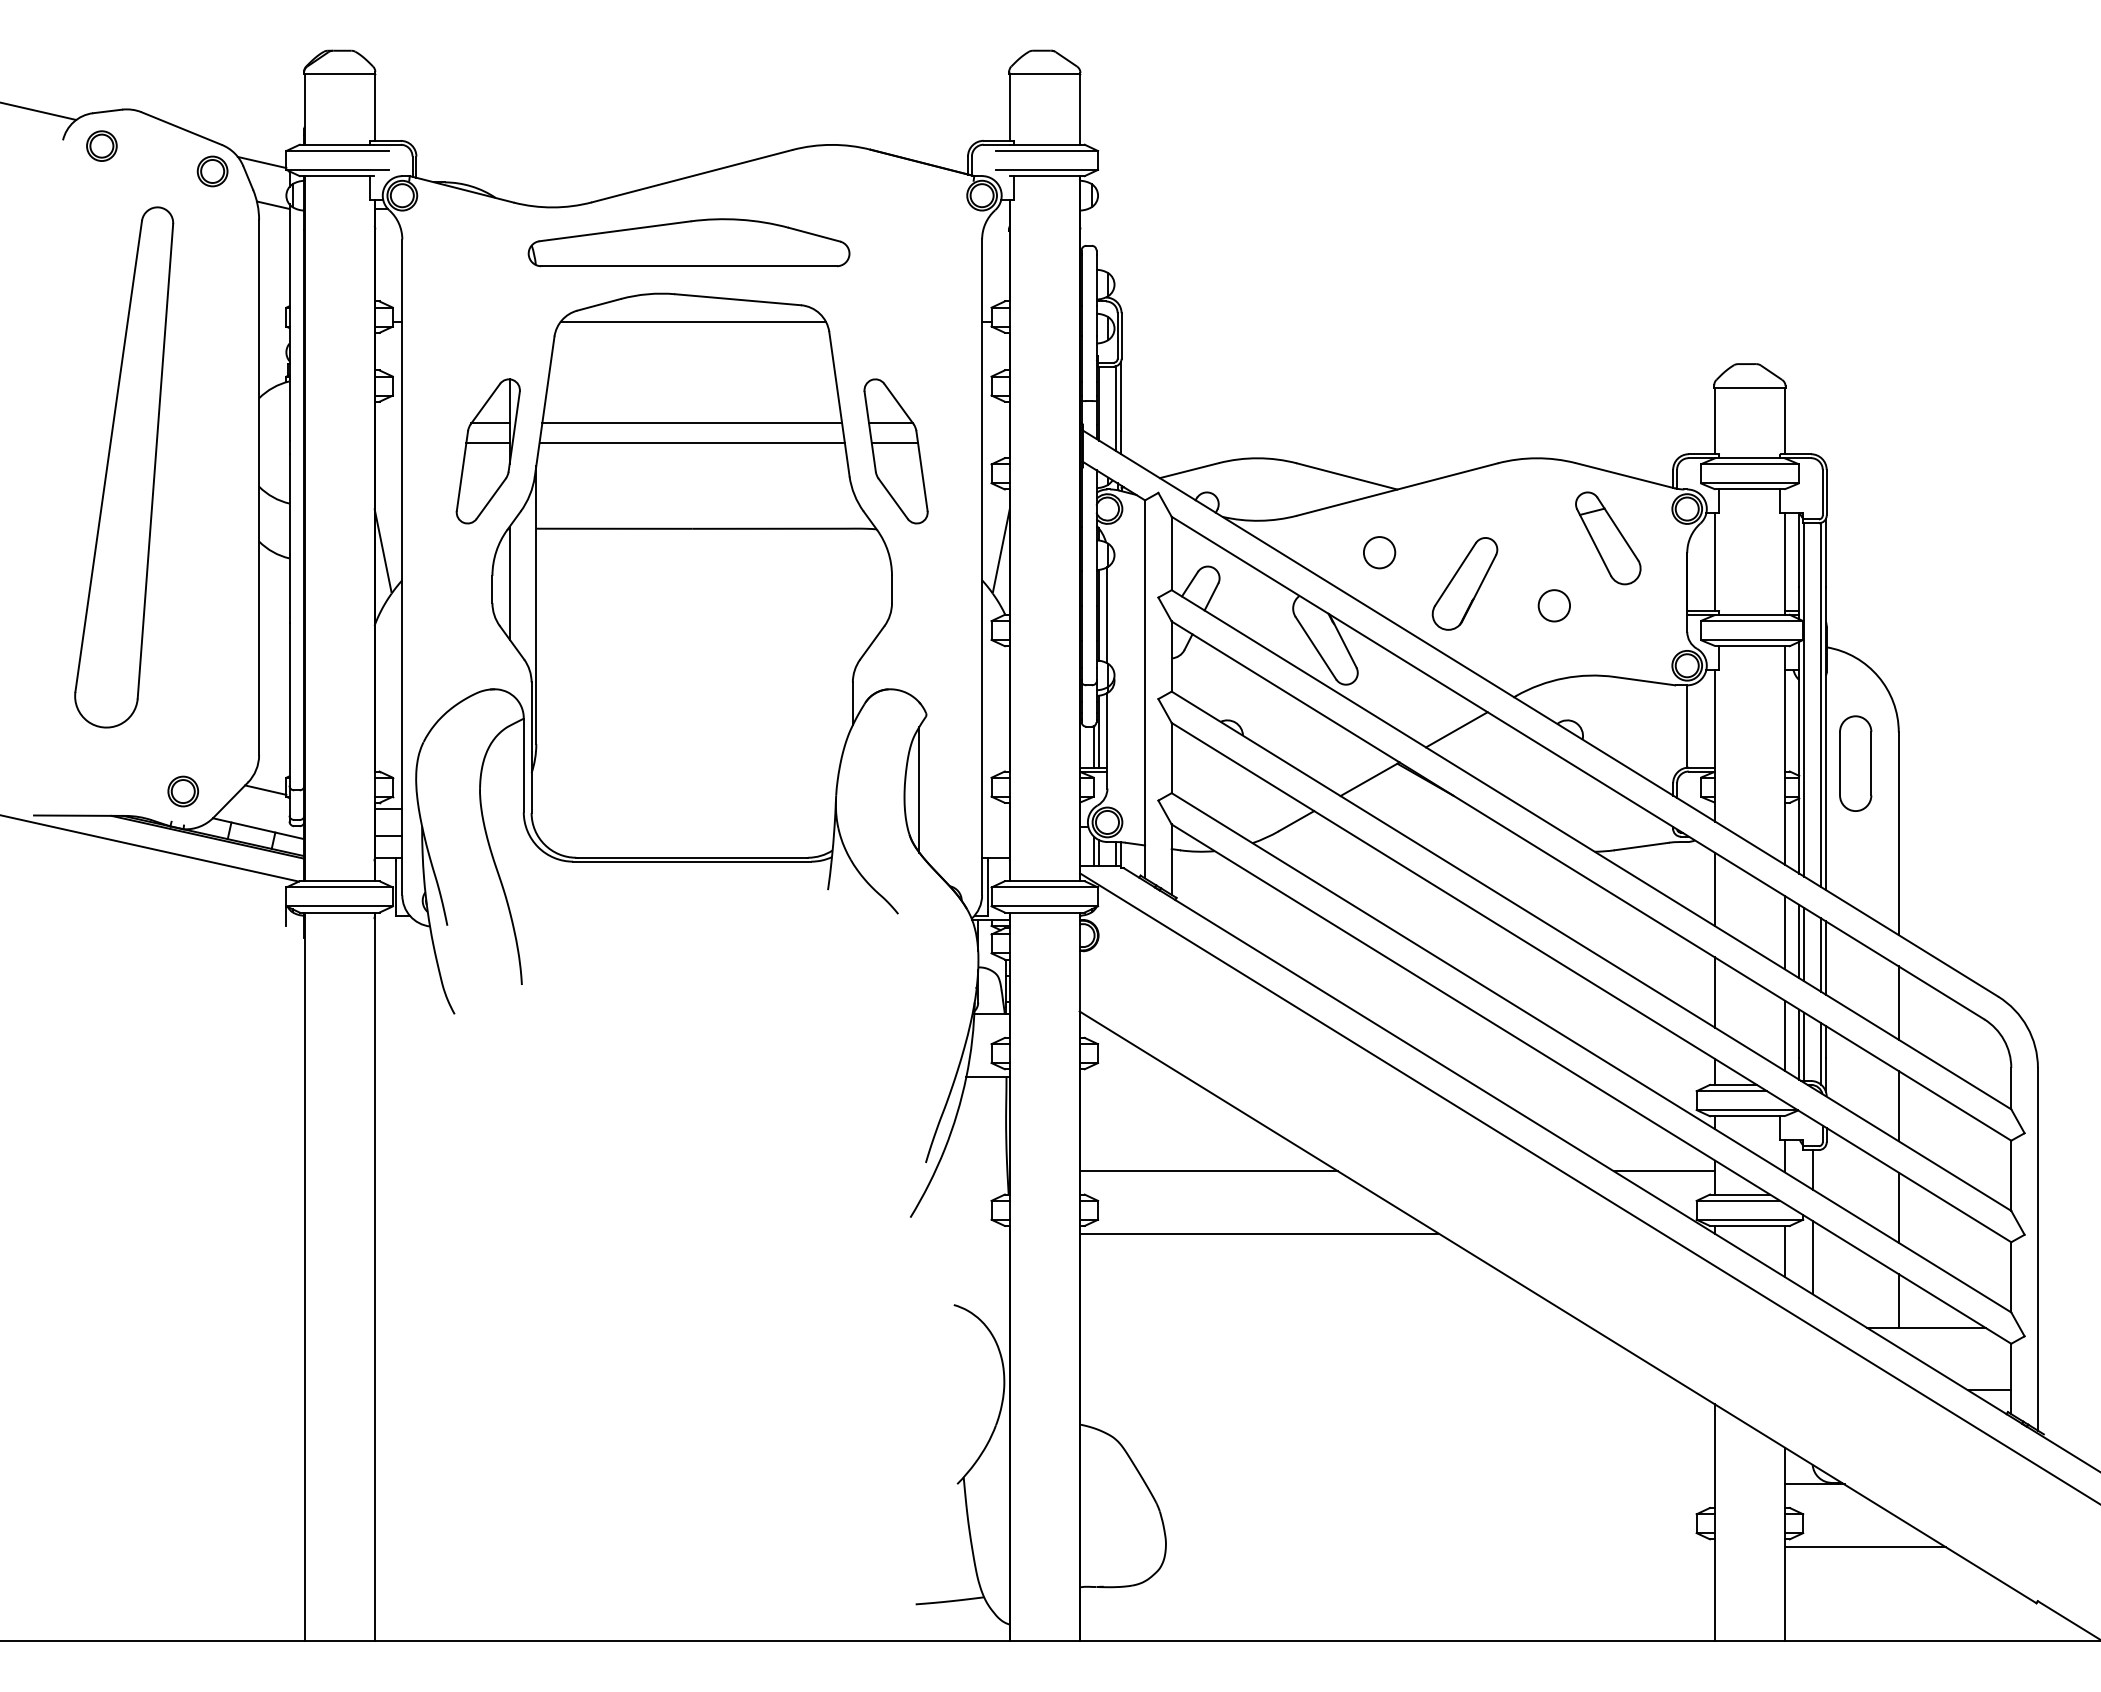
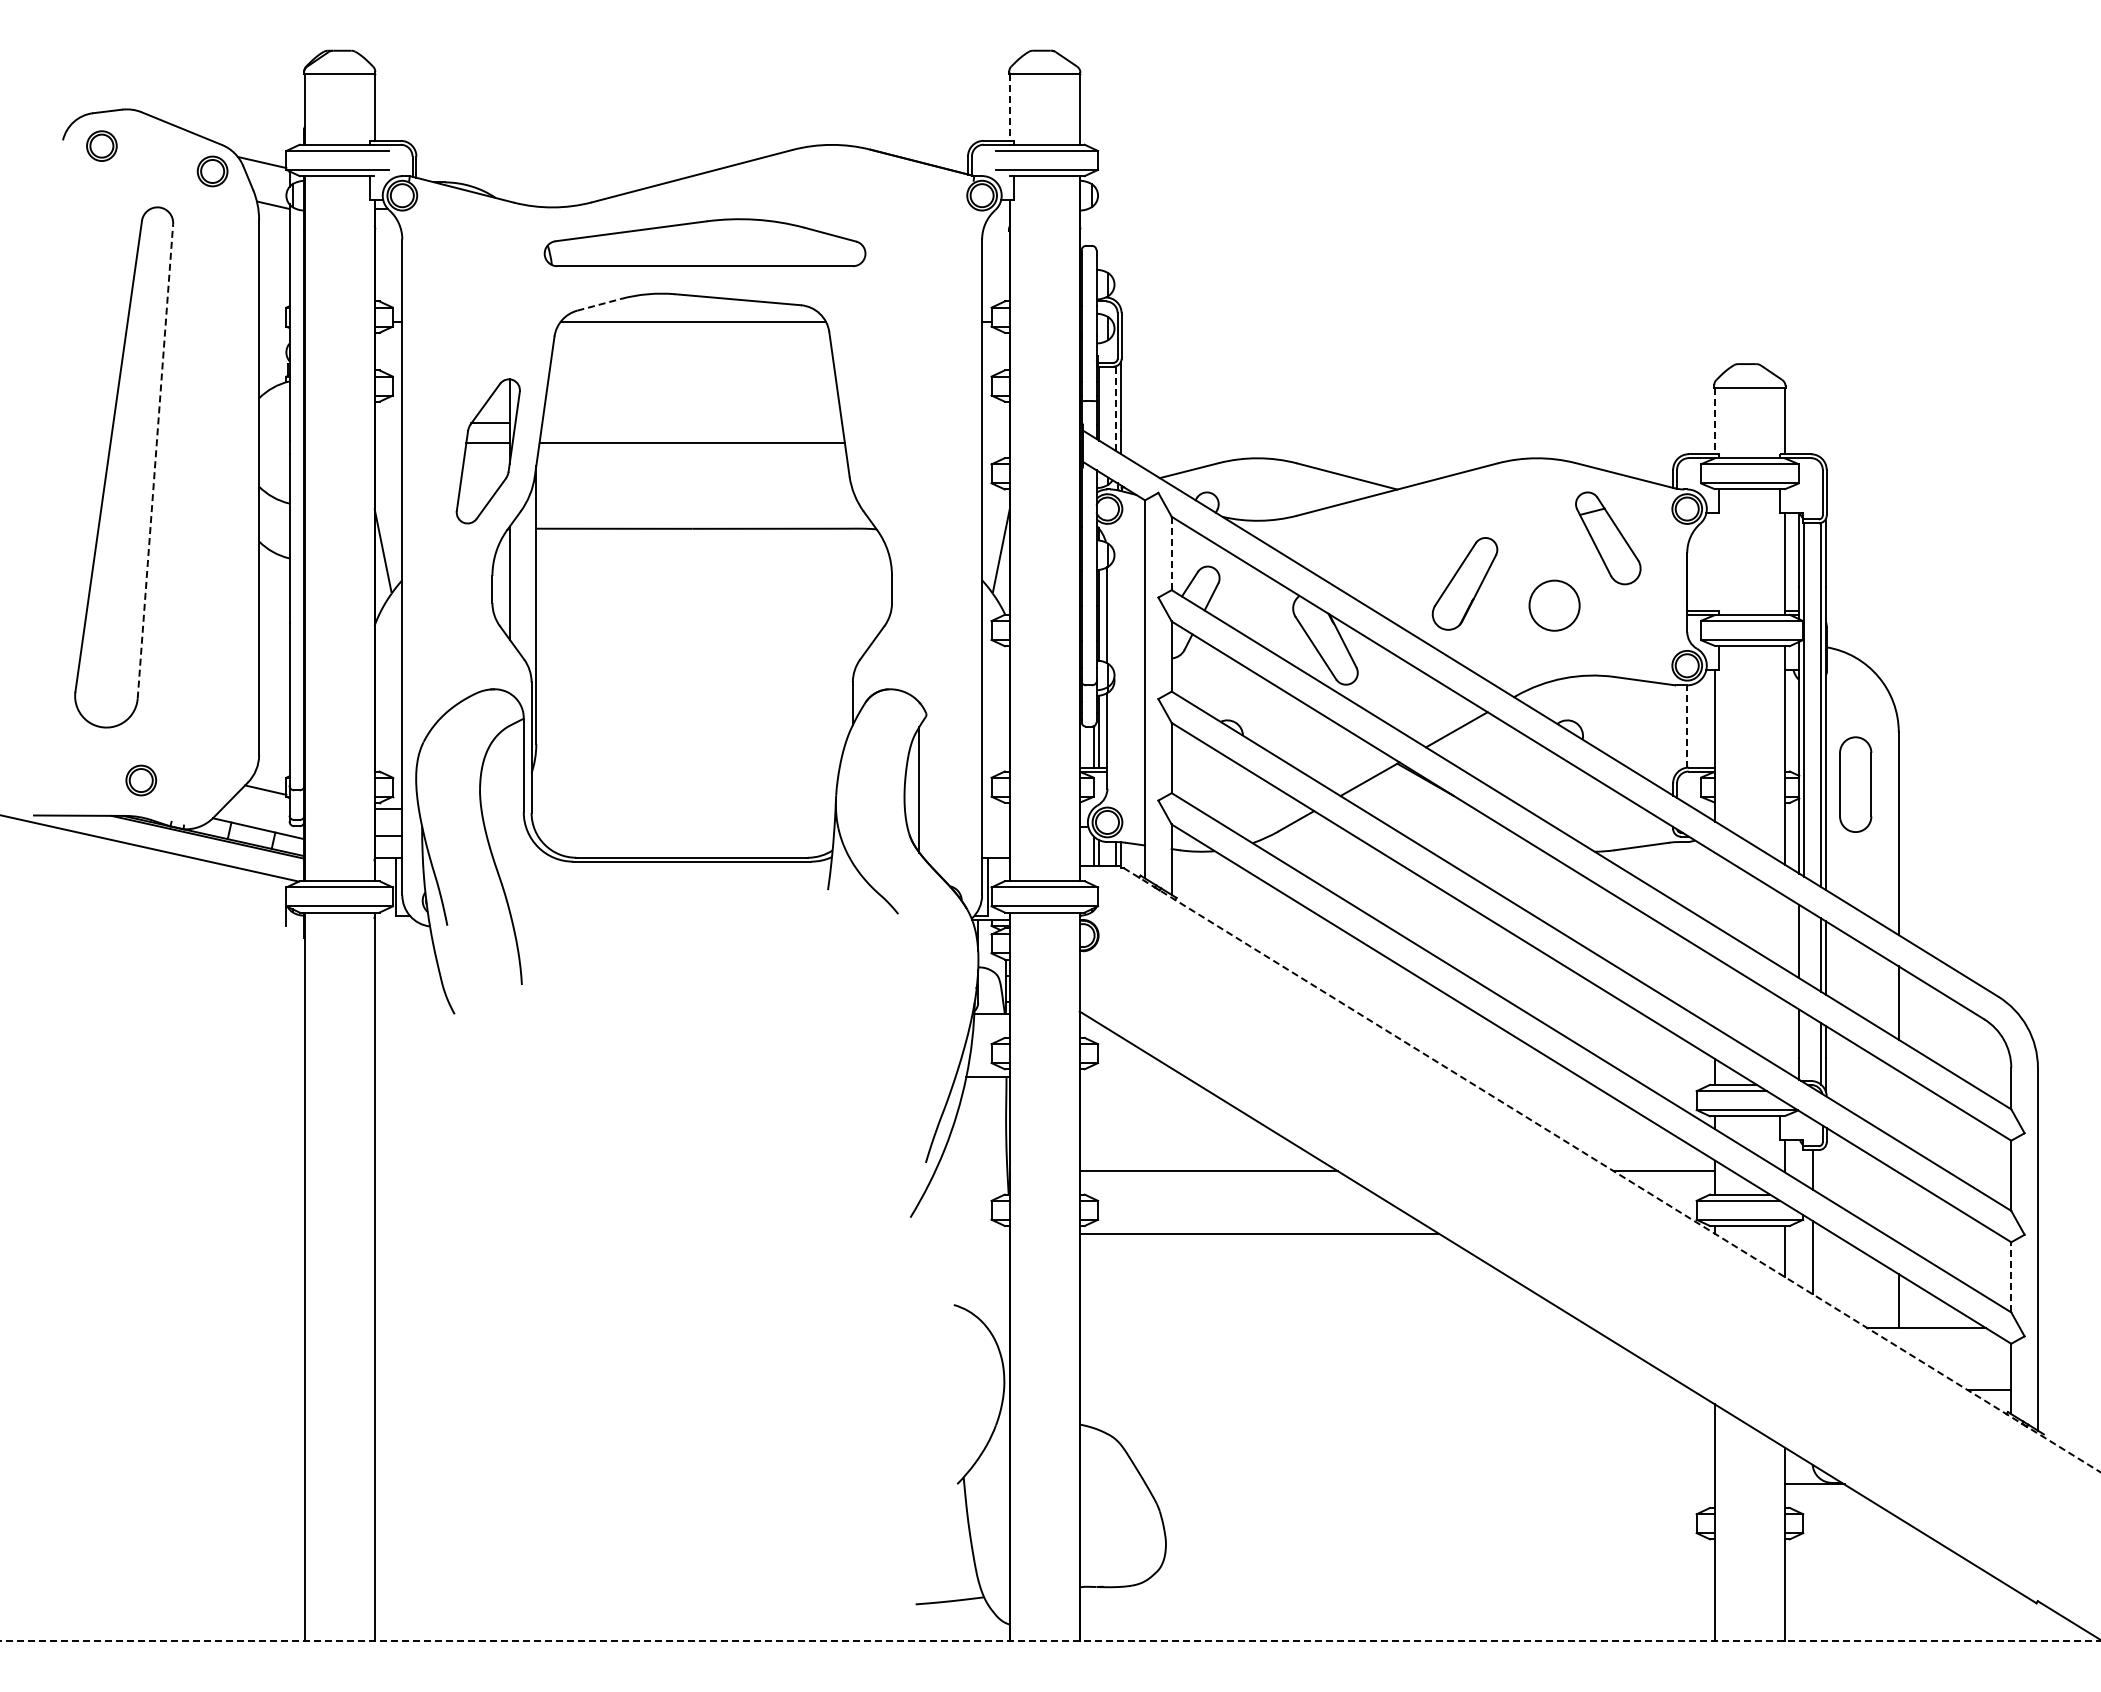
line at (1009, 108): solid -> dashed
line at (39, 111): present -> none
part at (688, 242) position: (688, 242) -> (704, 242)
line at (599, 304): solid -> dashed
line at (1115, 408): solid -> dashed
line at (1715, 421): solid -> dashed
line at (692, 423): present -> none
part at (895, 451): present -> none
line at (155, 461): solid -> dashed
circle at (1379, 552): present -> none
line at (1171, 553): solid -> dashed
line at (1715, 561): present -> none
circle at (1553, 605) size: 34x34 px -> 53x53 px
line at (1687, 726): solid -> dashed
part at (1855, 763) position: (1855, 763) -> (1855, 784)
part at (183, 791) position: (183, 791) -> (141, 780)
line at (1715, 889): present -> none
line at (1784, 932): present -> none
line at (1804, 944): present -> none
line at (1715, 992): present -> none
line at (1784, 1035): present -> none
line at (1804, 1046): present -> none
line at (1898, 1106): present -> none
line at (1612, 1170): solid -> dashed
line at (1588, 1187): present -> none
line at (1898, 1207): present -> none
line at (2011, 1276): solid -> dashed
line at (1864, 1547): present -> none
line at (1050, 1641): solid -> dashed
